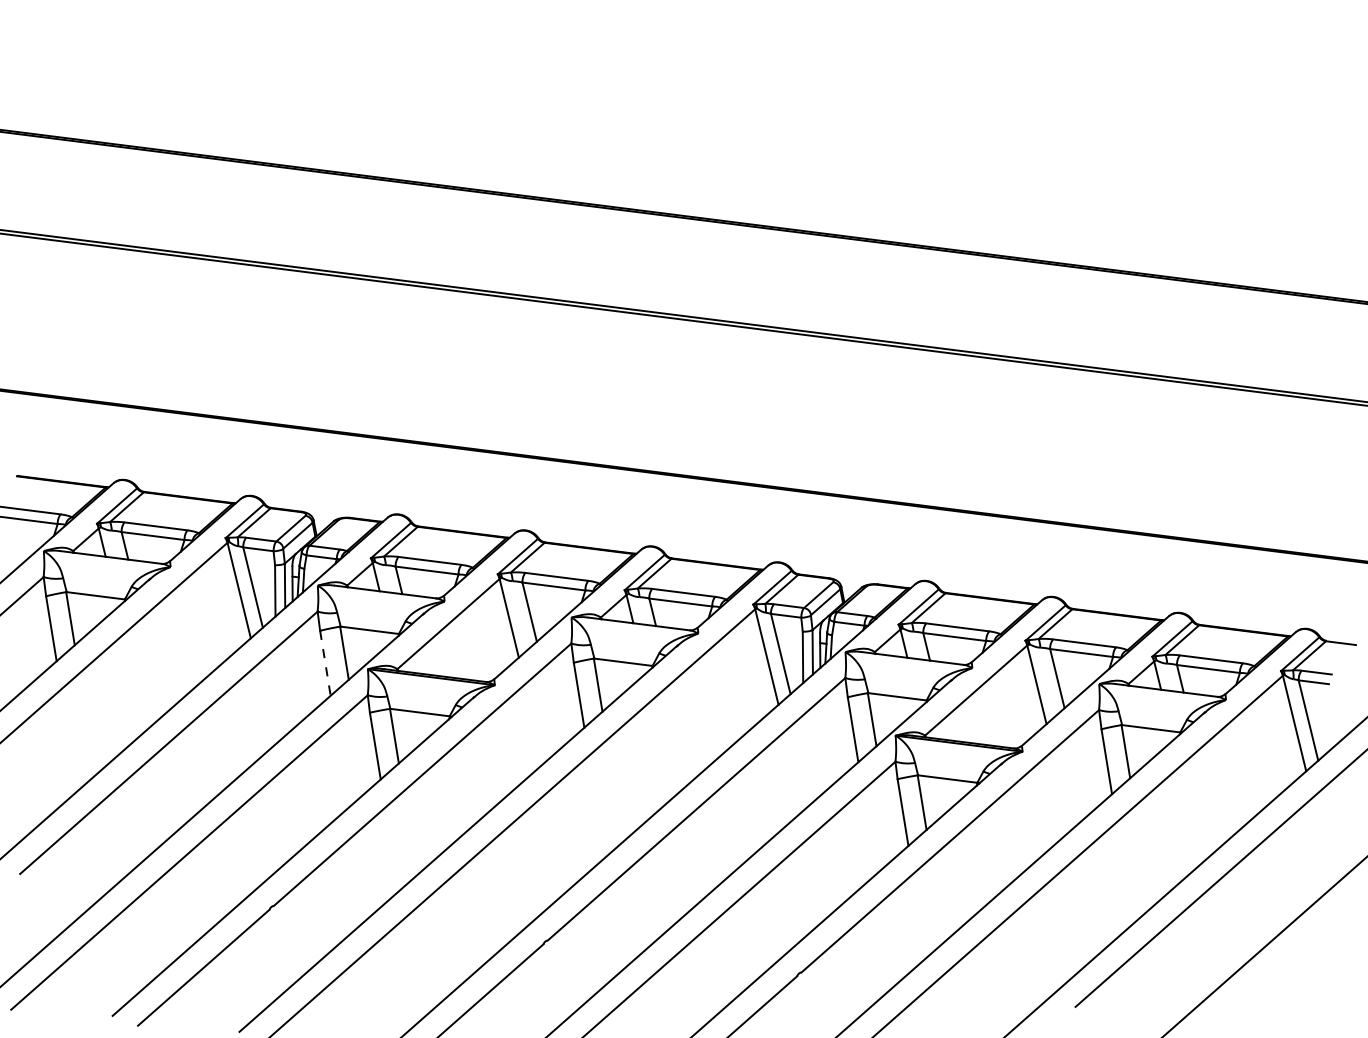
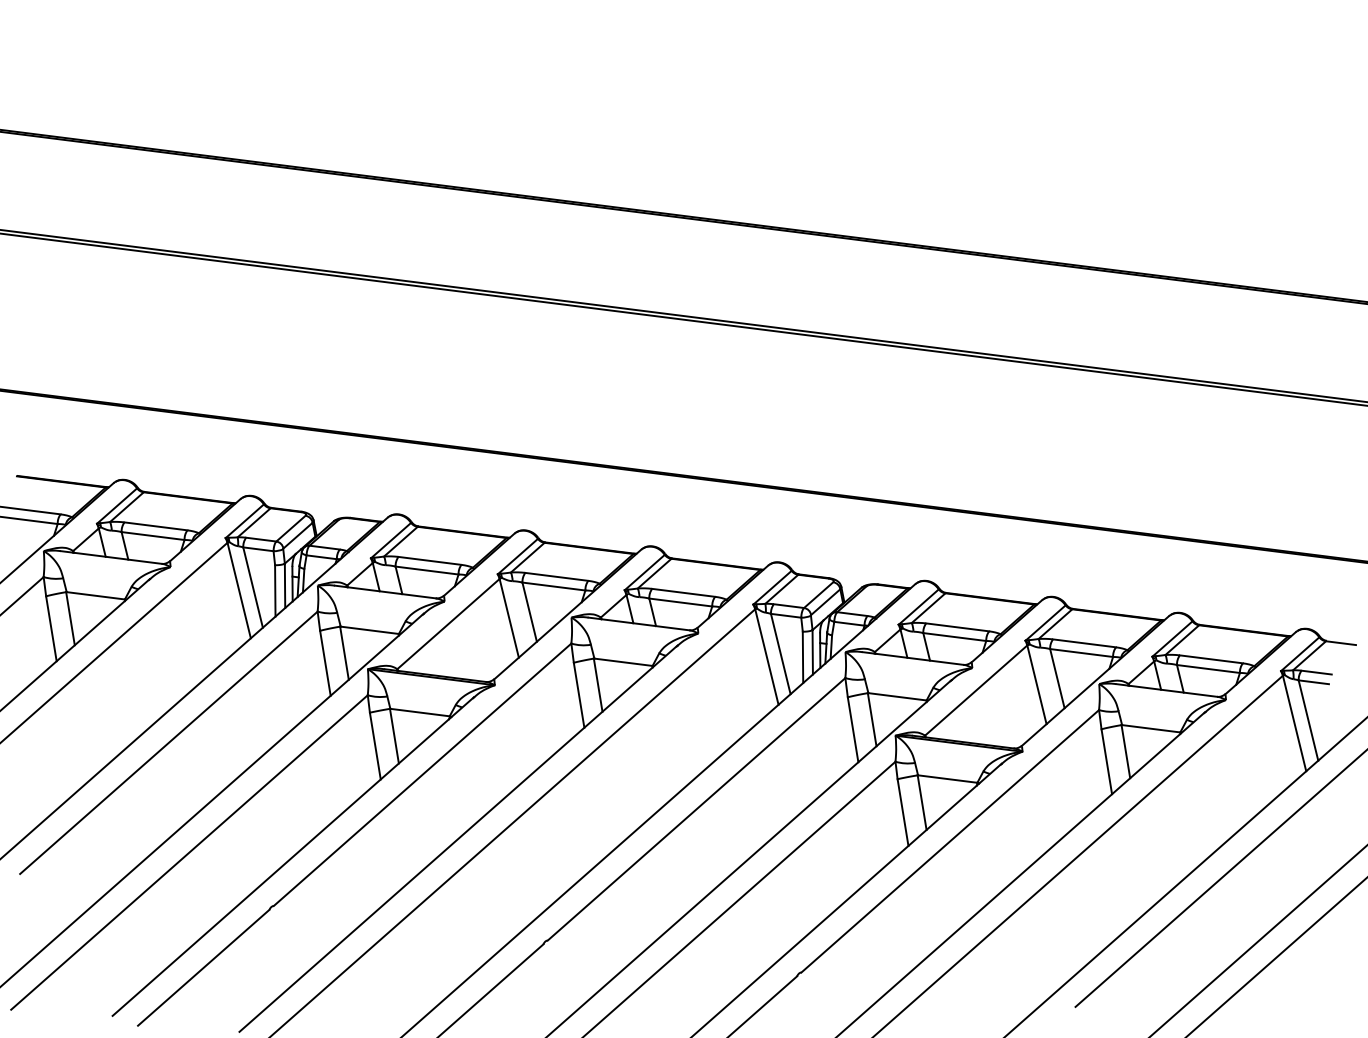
line at (325, 663): dashed -> solid
line at (1258, 940): none -> present
line at (1264, 946) position: (1264, 946) -> (1276, 956)
